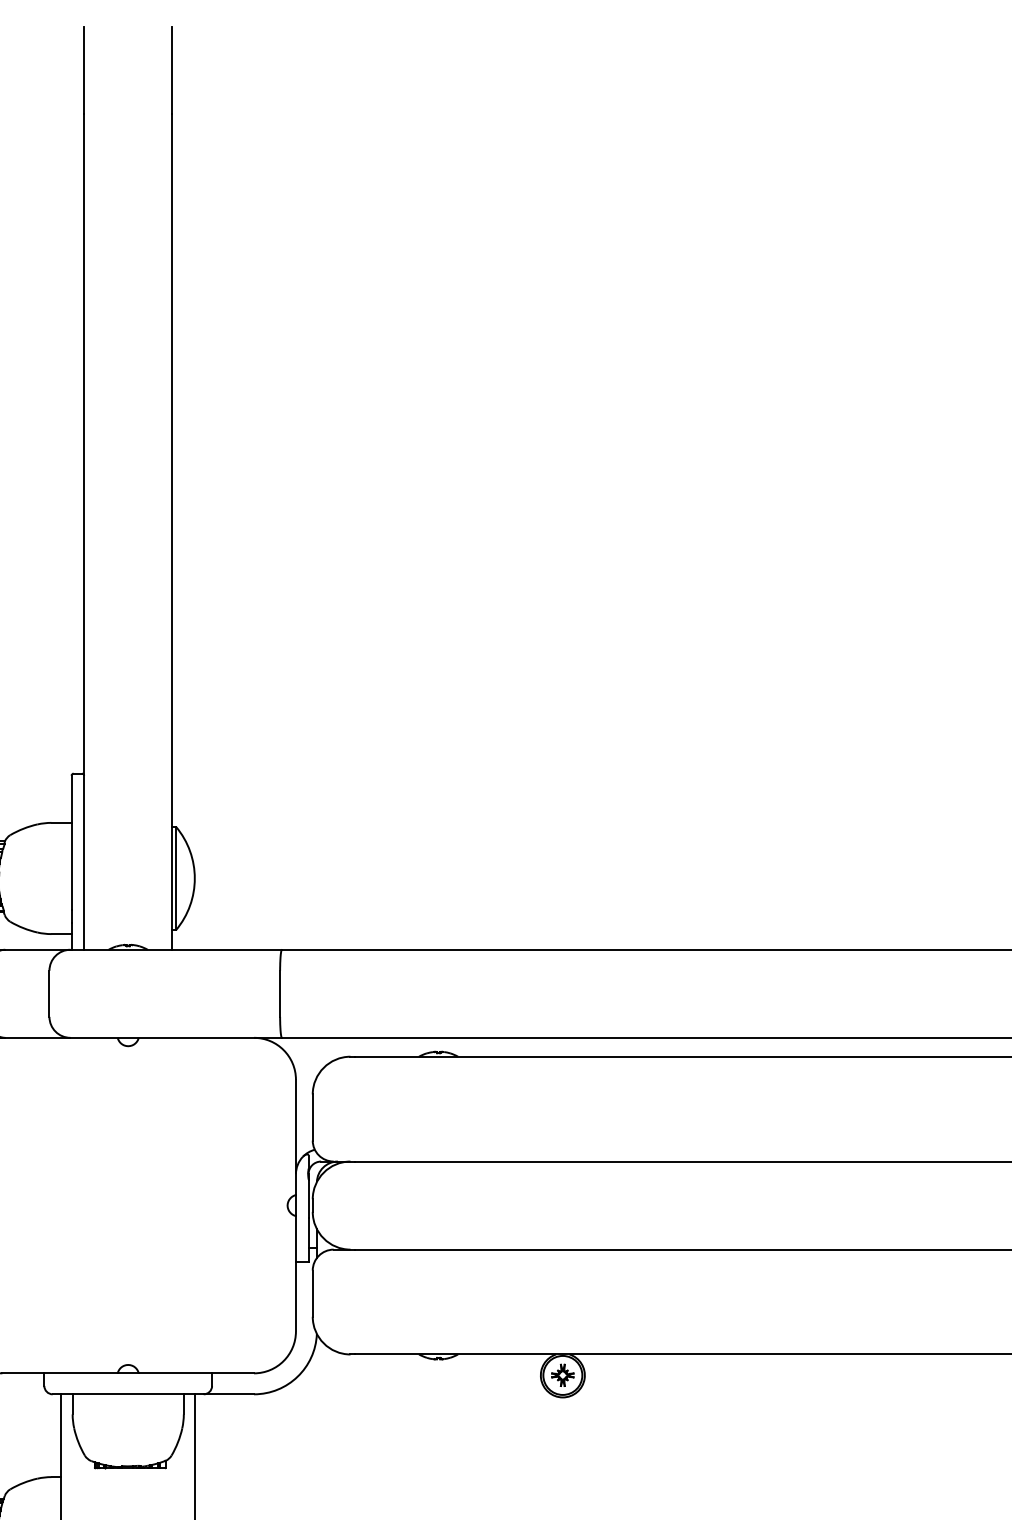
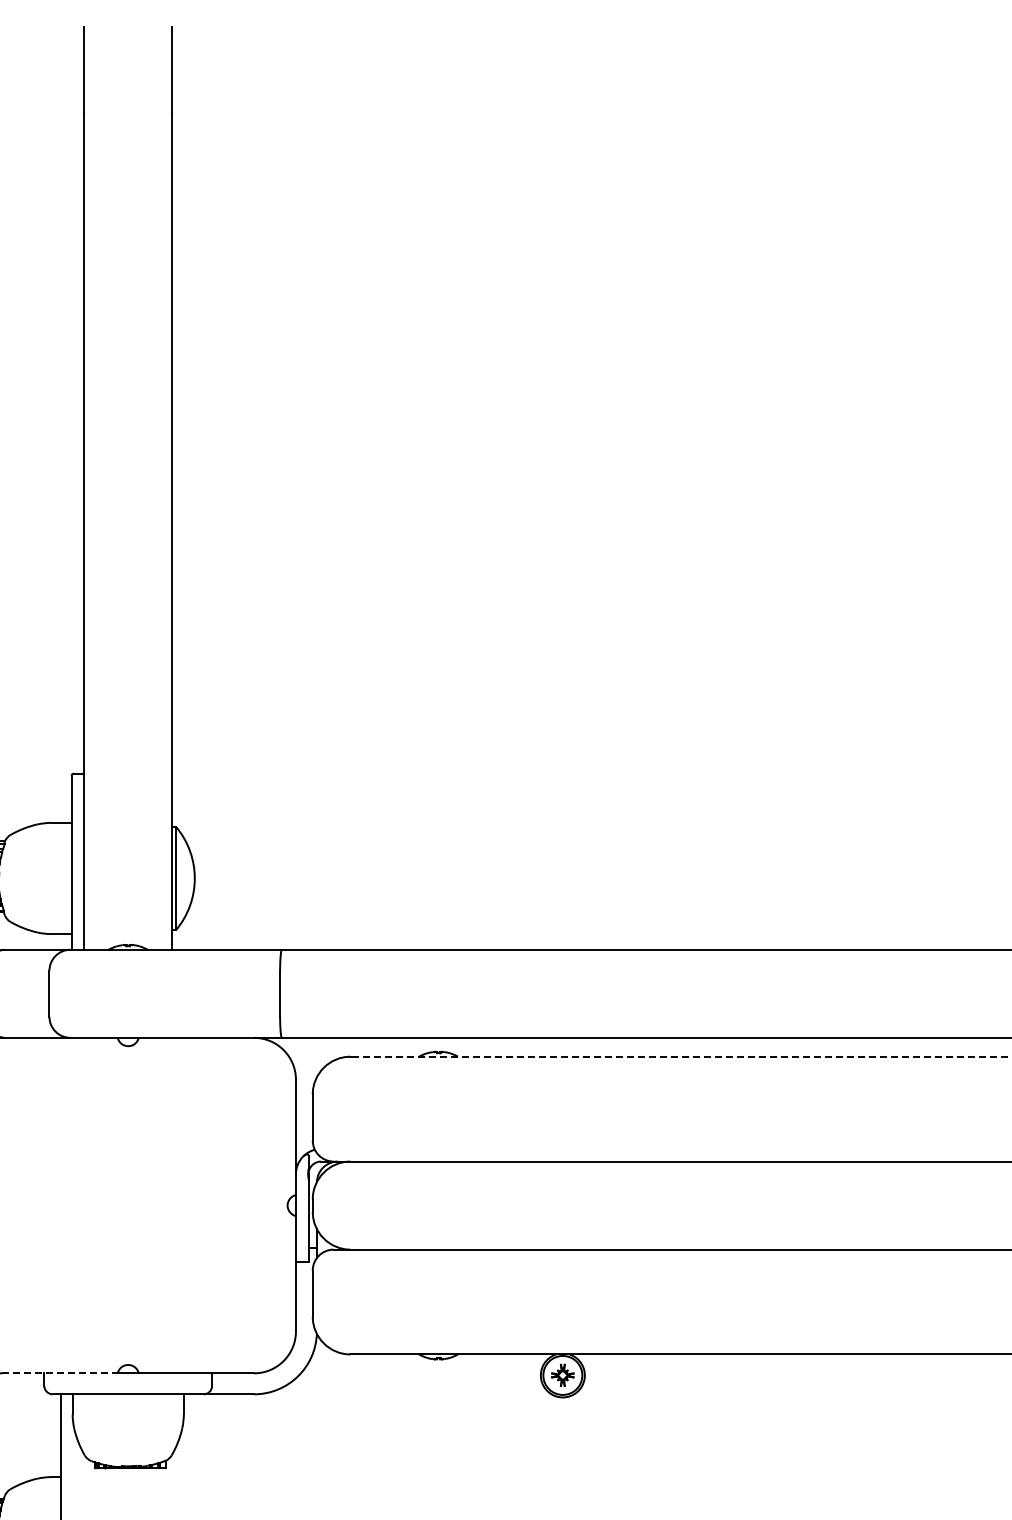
line at (682, 1056): solid -> dashed
line at (60, 1373): solid -> dashed
line at (195, 1455): present -> none
